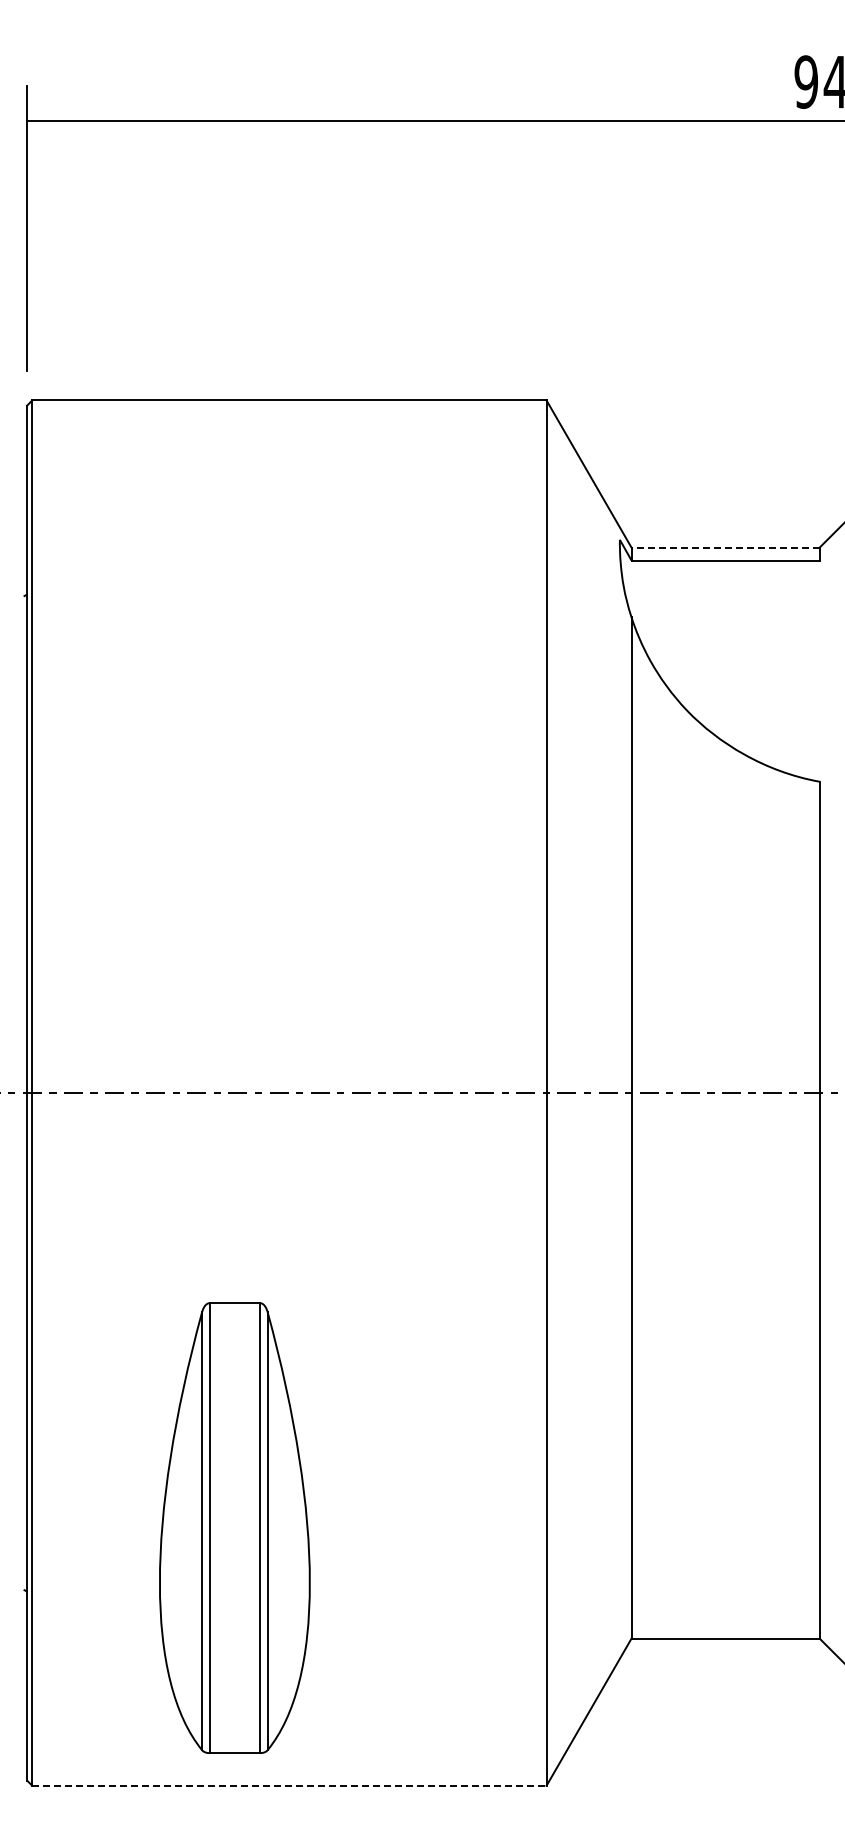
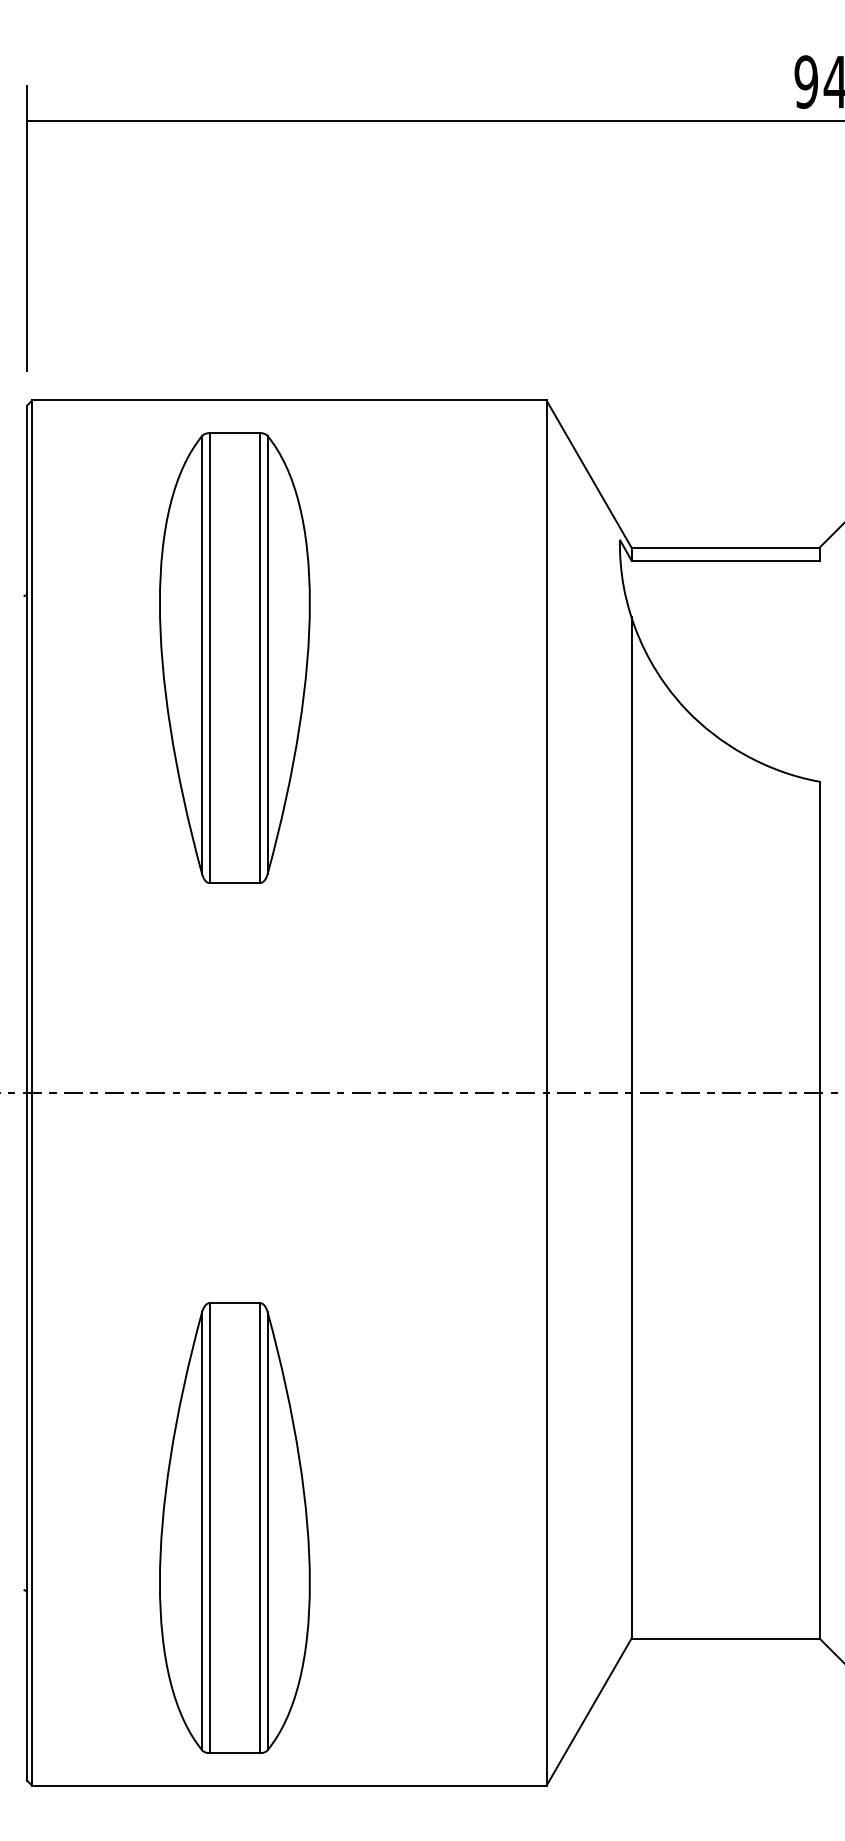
line at (725, 547): dashed -> solid
part at (234, 657): none -> present
line at (289, 1785): dashed -> solid
